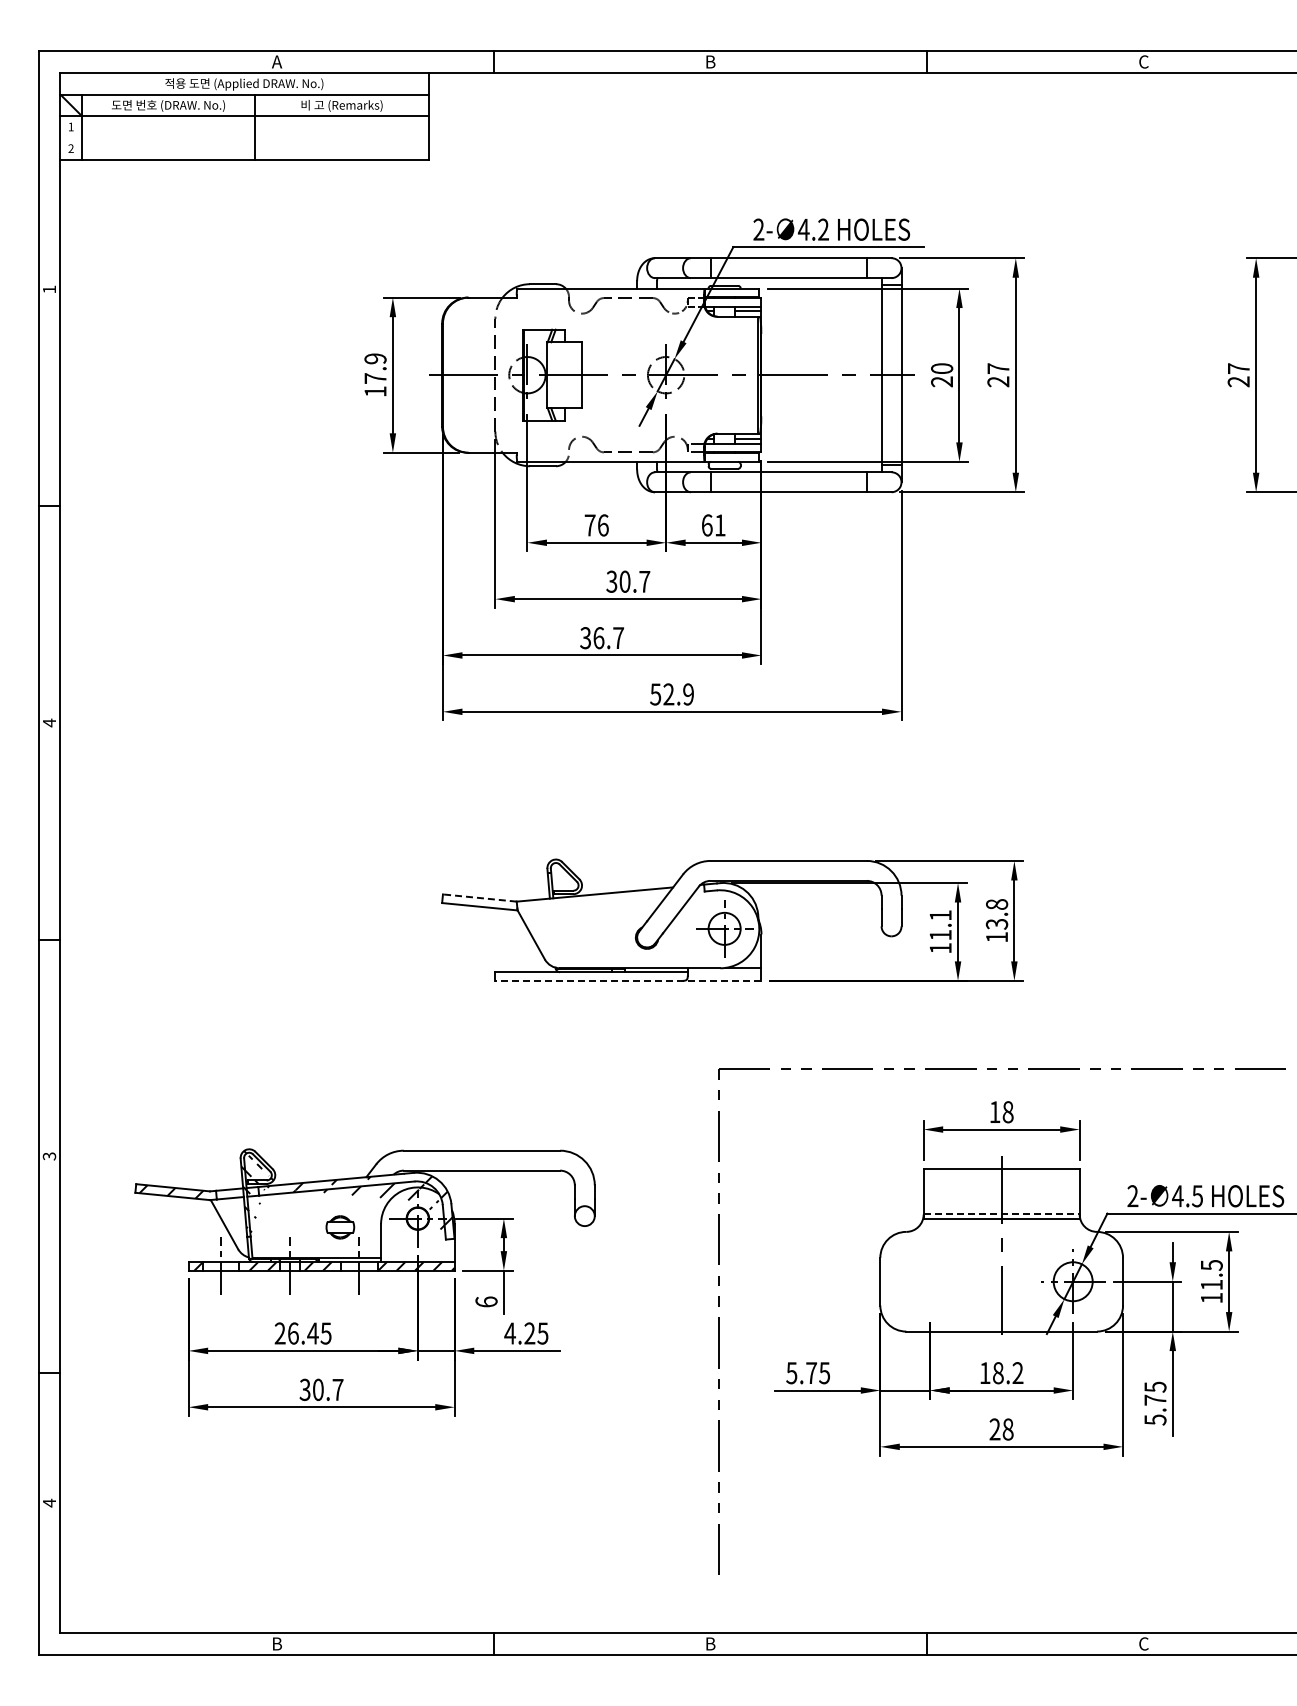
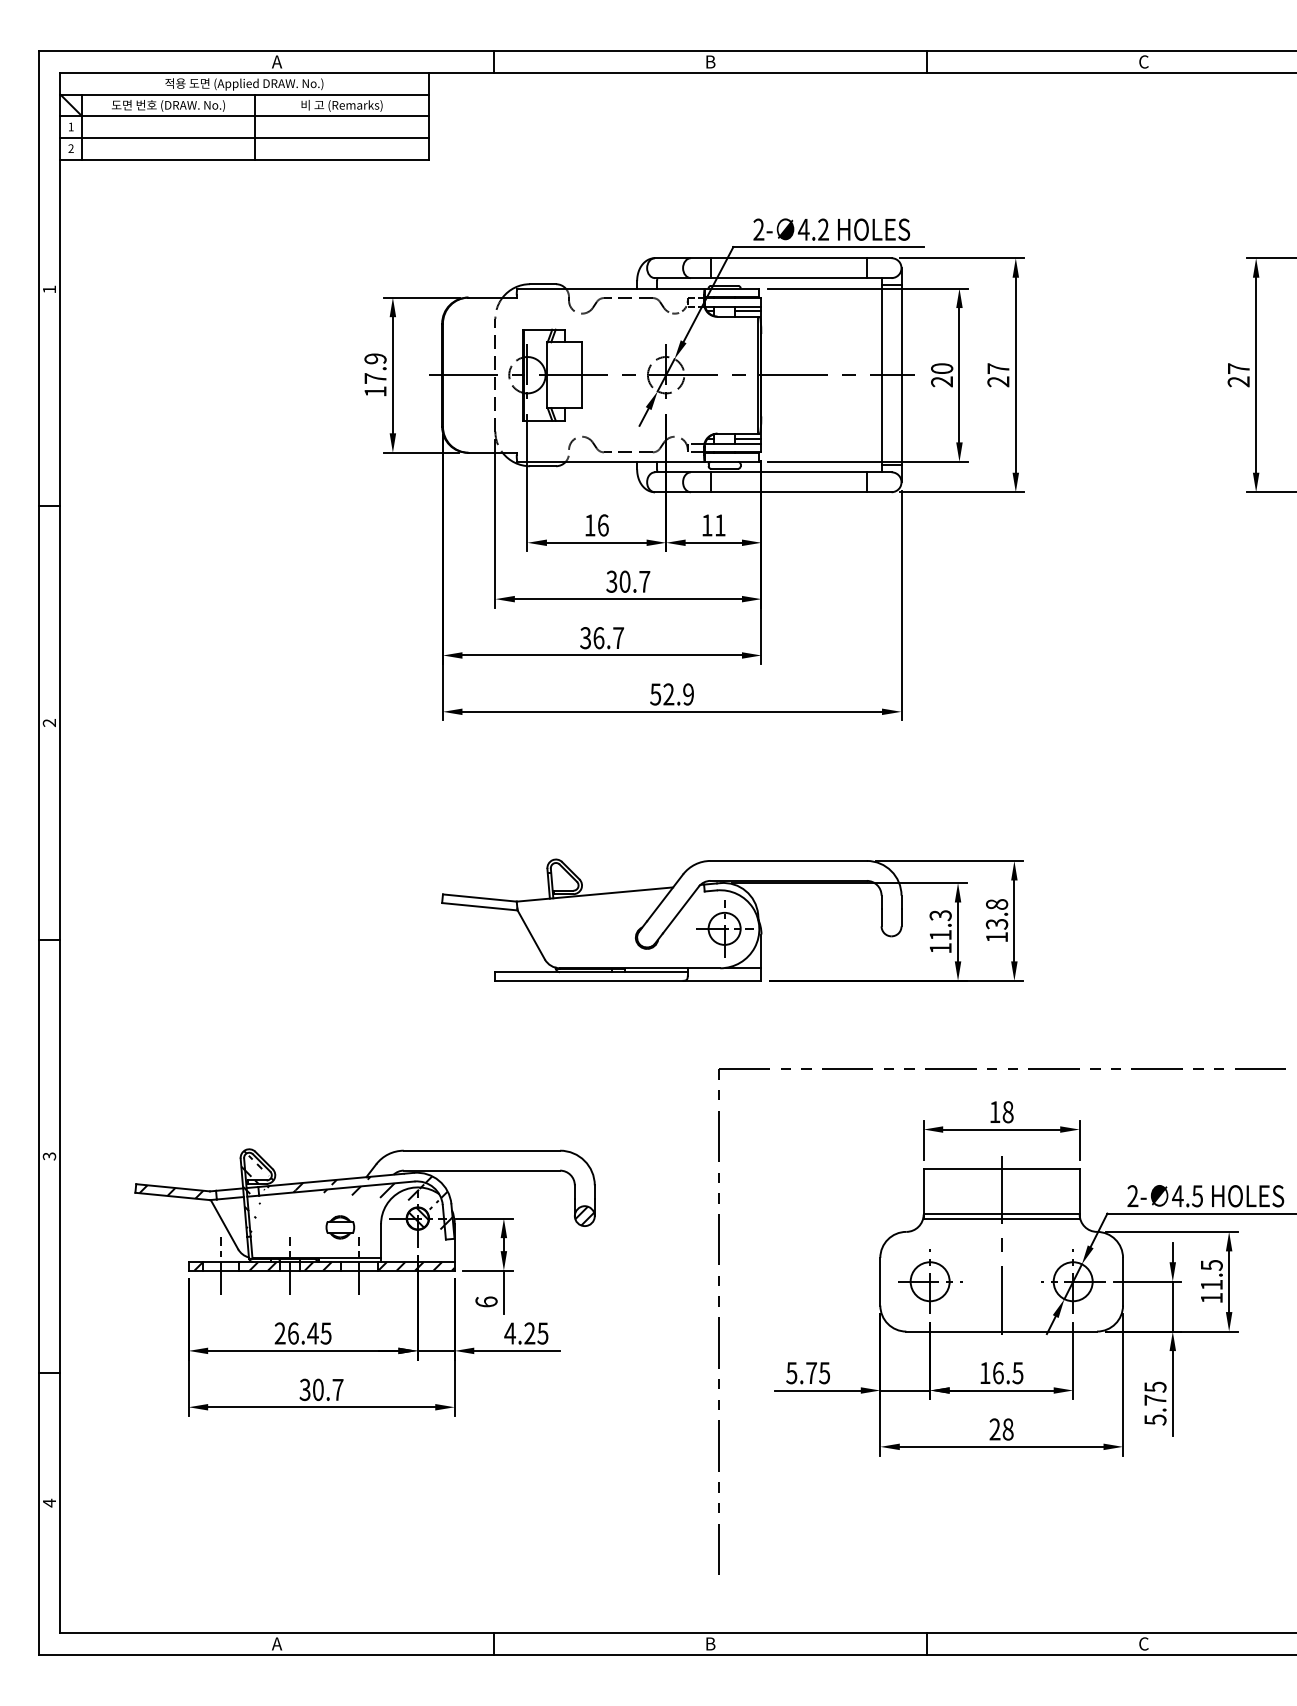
line at (244, 137): none -> present
text at (589, 525): 76 -> 16
text at (707, 525): 61 -> 11
text at (48, 722): 4 -> 2
line at (479, 897): dashed -> solid
text at (940, 915): 11.1 -> 11.3
line at (627, 980): dashed -> solid
line at (1002, 1213): dashed -> solid
hatch at (584, 1215): none -> present
hatch at (418, 1217): none -> present
part at (930, 1281): none -> present
text at (1008, 1373): 18.2 -> 16.5
text at (277, 1643): B -> A
